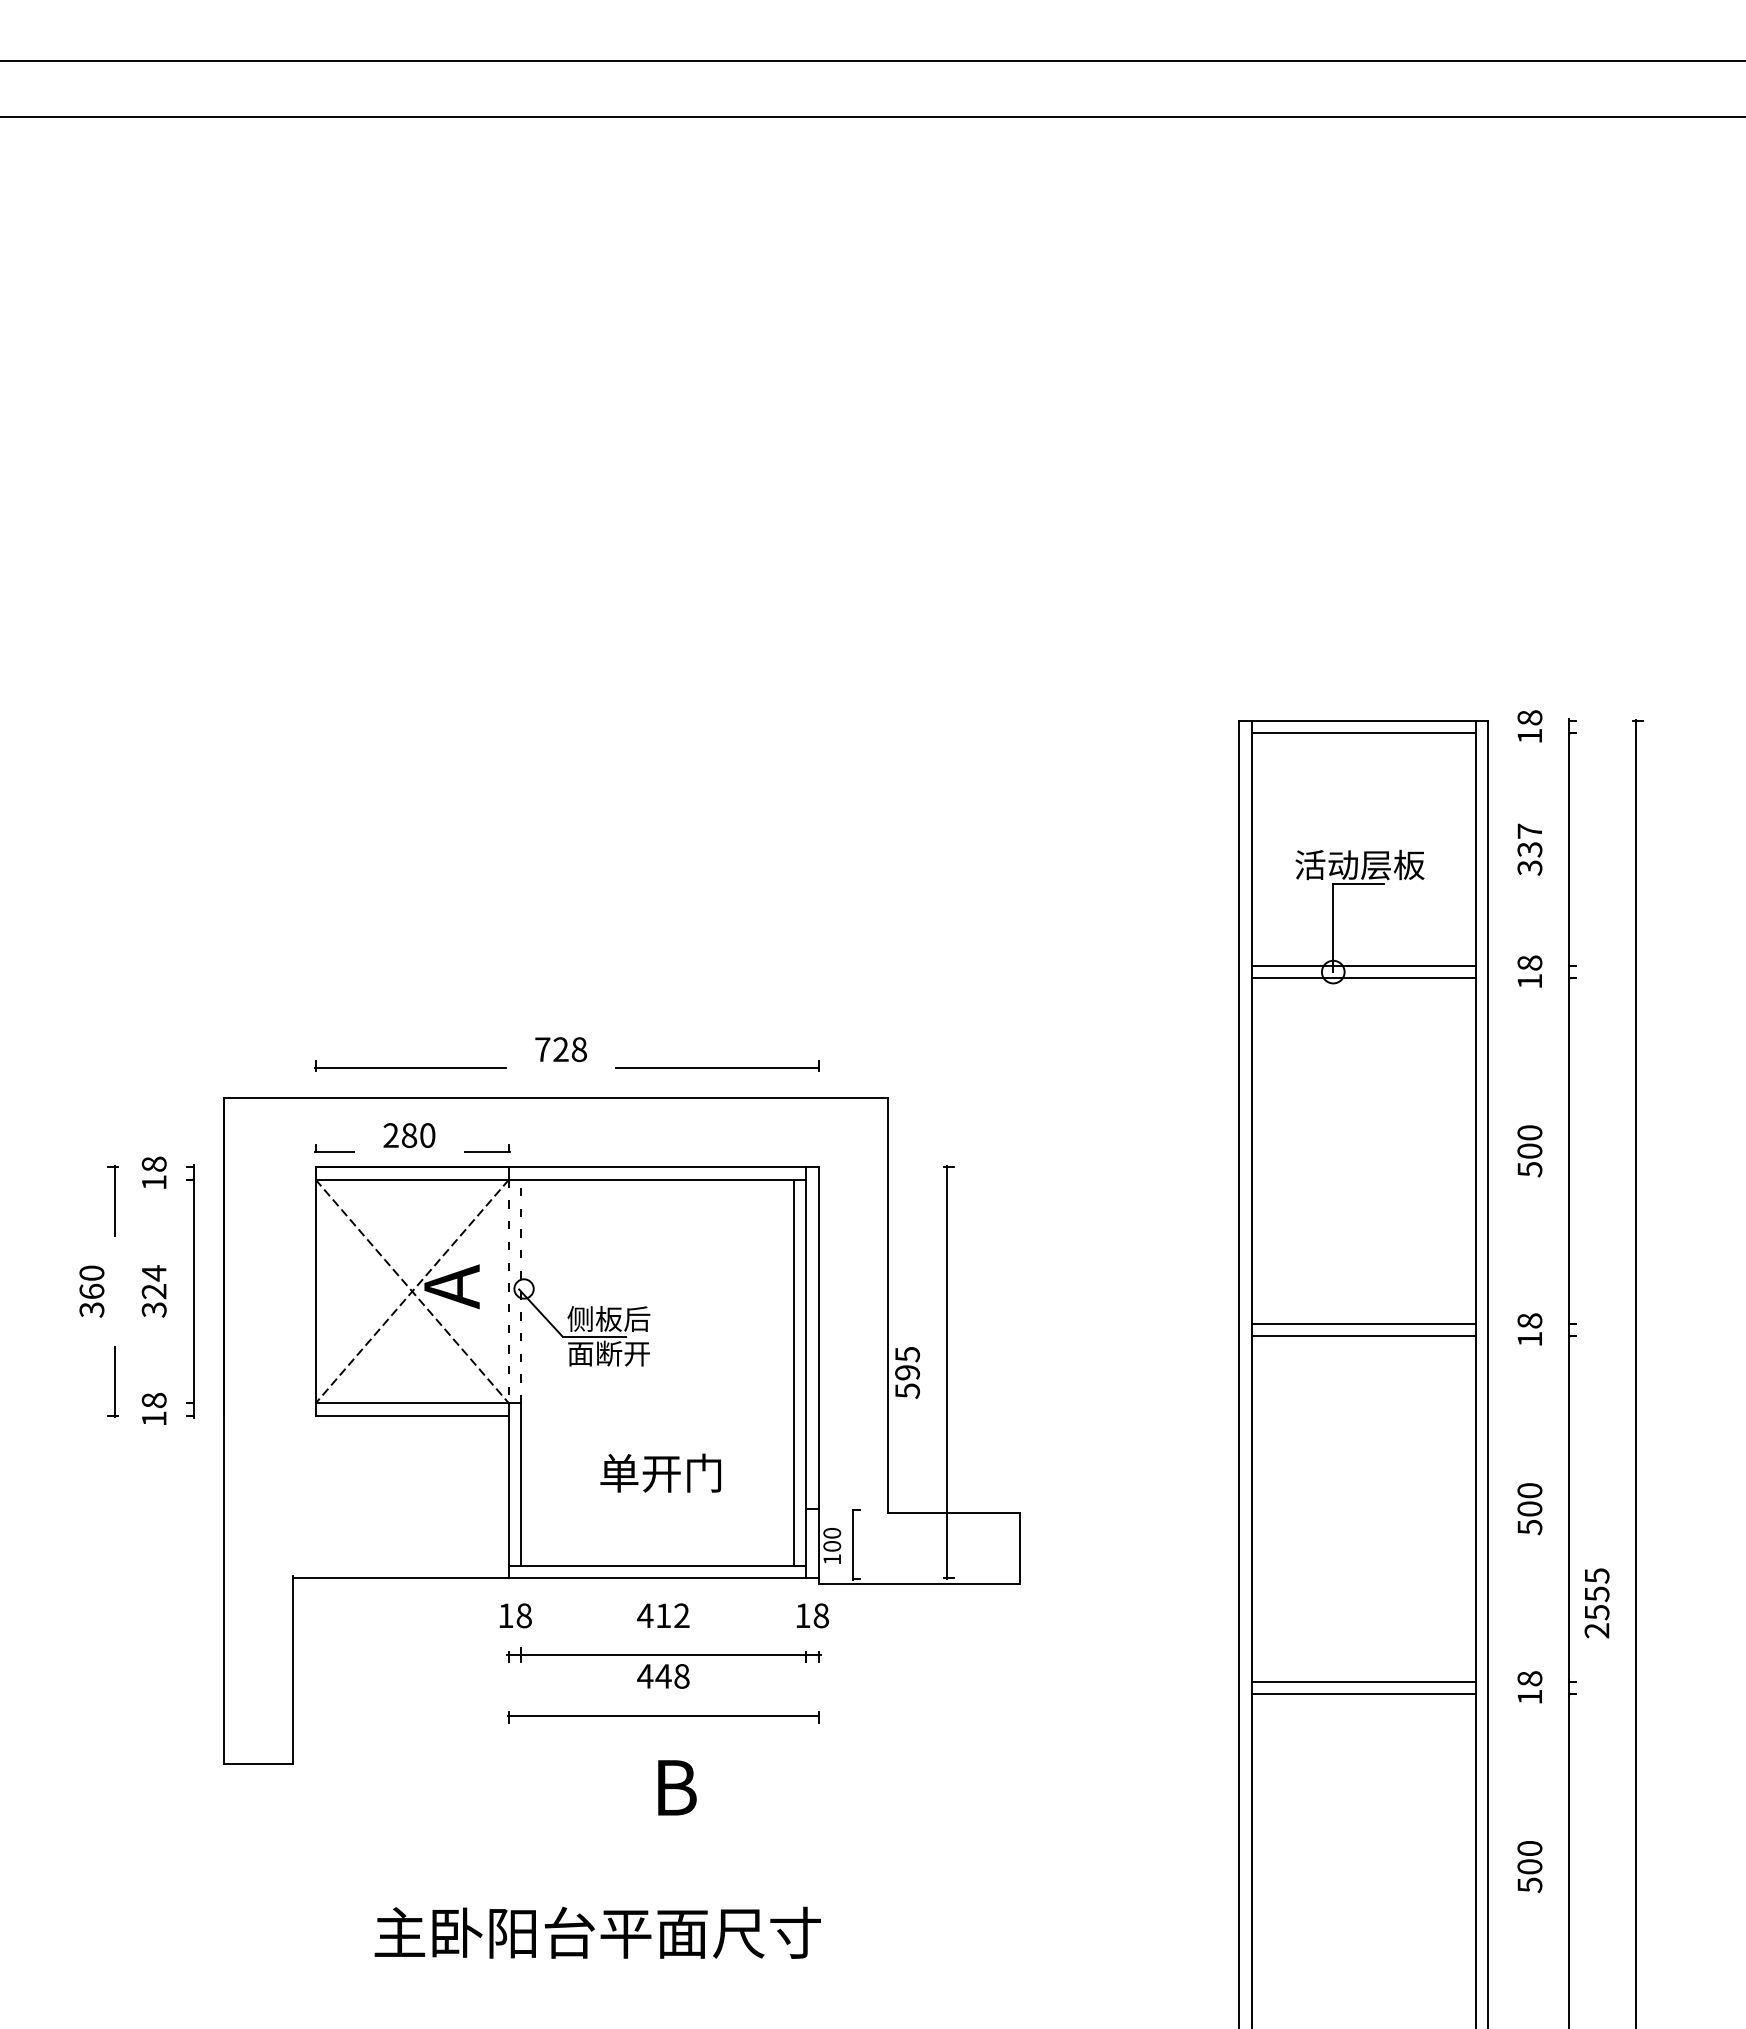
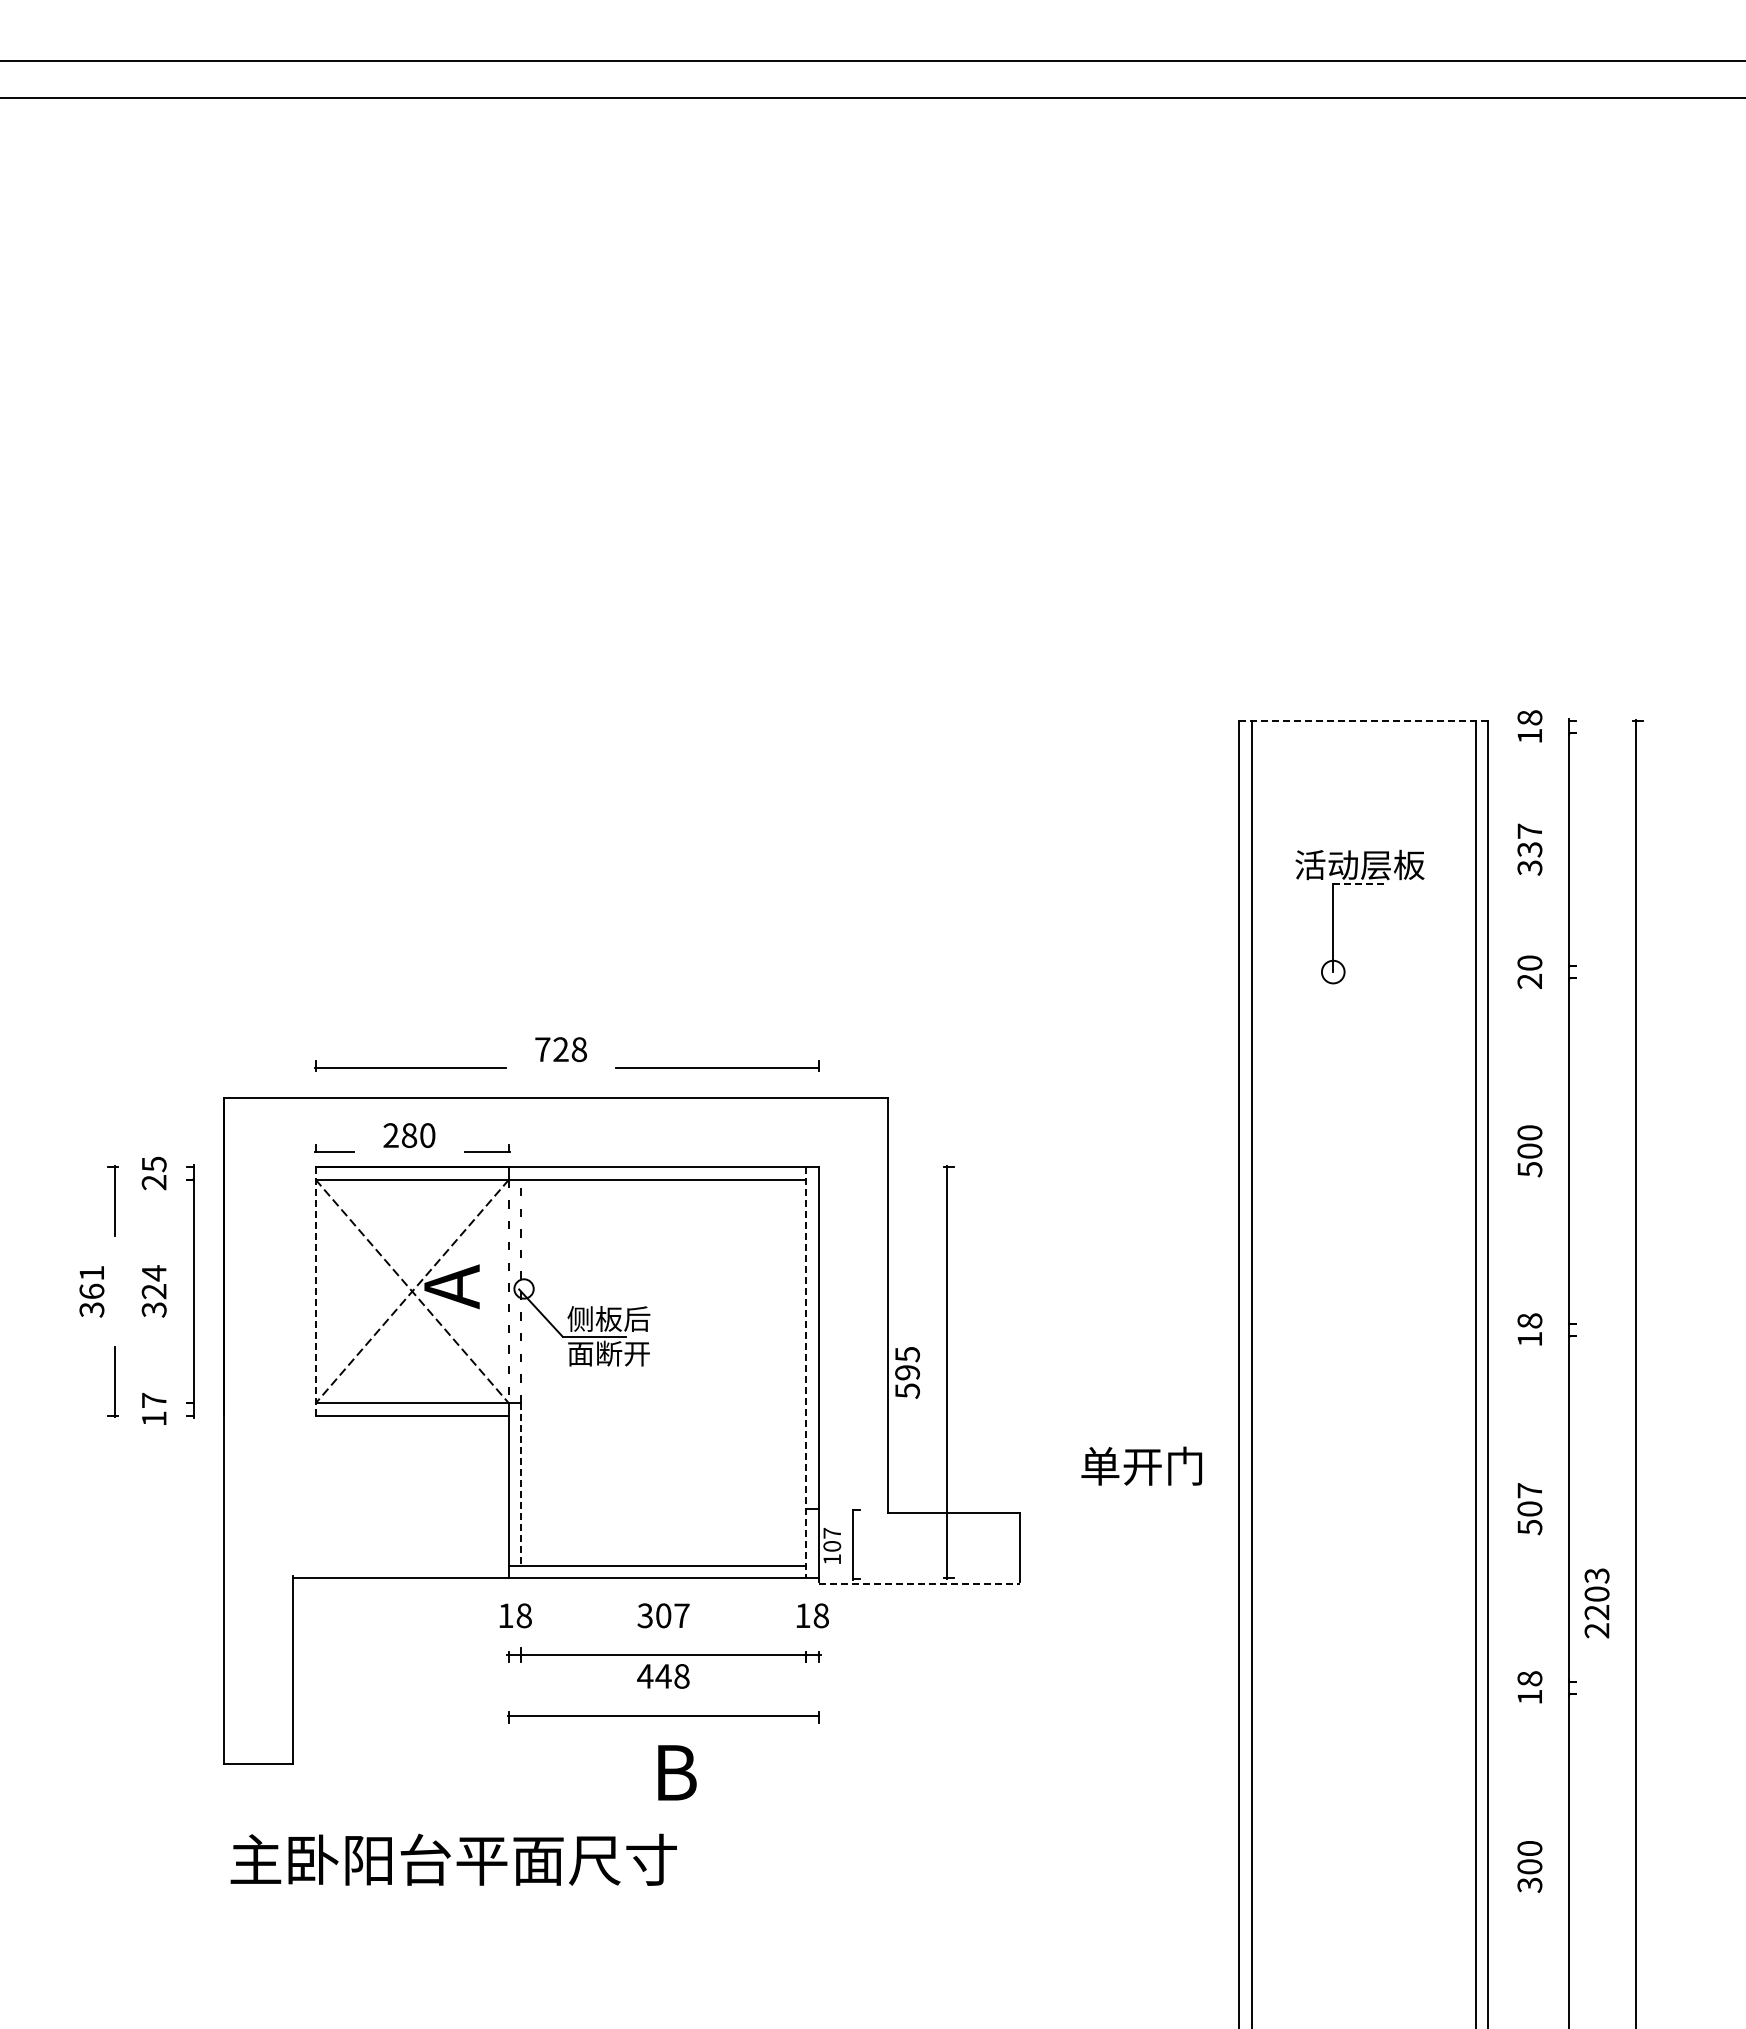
line at (872, 117) position: (872, 117) -> (872, 98)
line at (1363, 720): solid -> dashed
line at (1363, 733): present -> none
line at (1358, 884): solid -> dashed
line at (1363, 966): present -> none
text at (1529, 972): 18 -> 20
line at (1363, 978): present -> none
text at (153, 1173): 18 -> 25
text at (91, 1272): 360 -> 361
line at (315, 1292): solid -> dashed
line at (1363, 1323): present -> none
line at (1363, 1336): present -> none
line at (793, 1372): present -> none
line at (806, 1372): solid -> dashed
text at (153, 1400): 18 -> 17
text at (660, 1472) position: (660, 1472) -> (1141, 1465)
line at (521, 1485): solid -> dashed
text at (1529, 1490): 500 -> 507
text at (832, 1532): 100 -> 107
line at (919, 1583): solid -> dashed
text at (1596, 1594): 2555 -> 2203
text at (663, 1615): 412 -> 307
line at (1363, 1681): present -> none
line at (1363, 1694): present -> none
text at (677, 1787) position: (677, 1787) -> (677, 1772)
text at (1529, 1884): 500 -> 300
text at (597, 1932) position: (597, 1932) -> (453, 1859)
